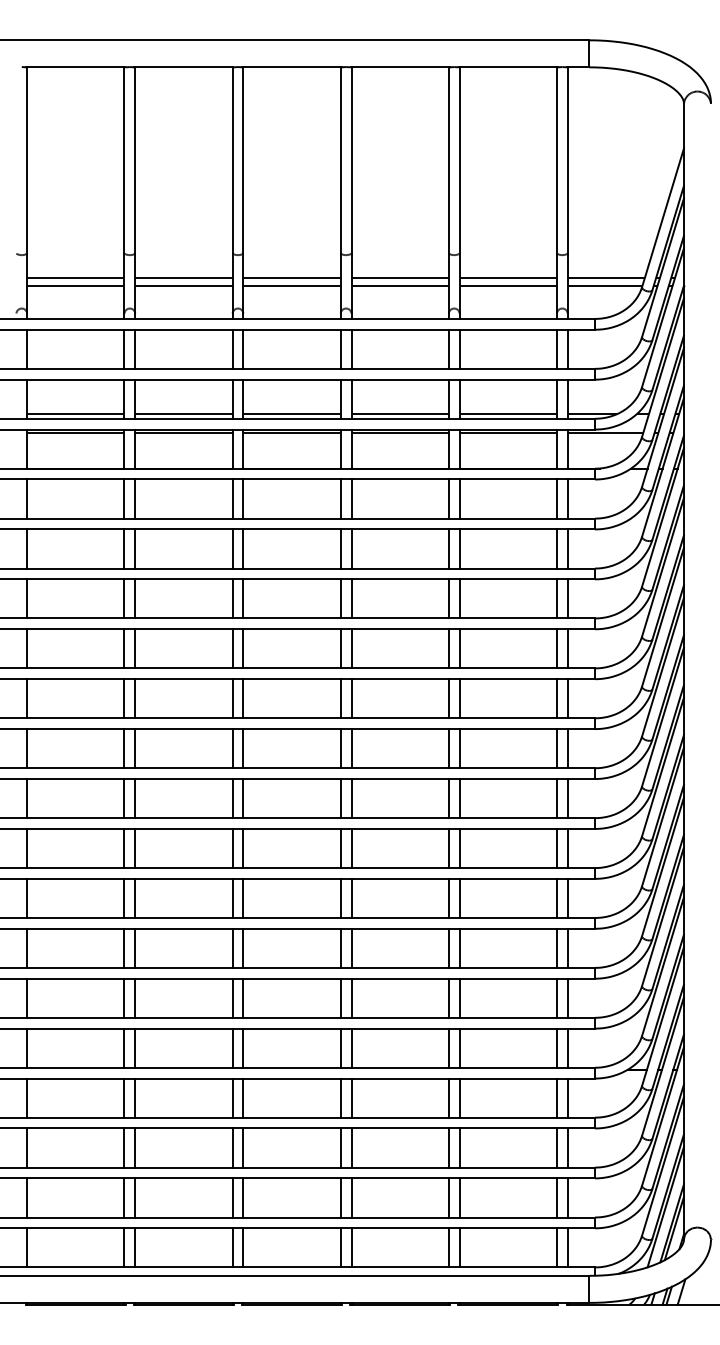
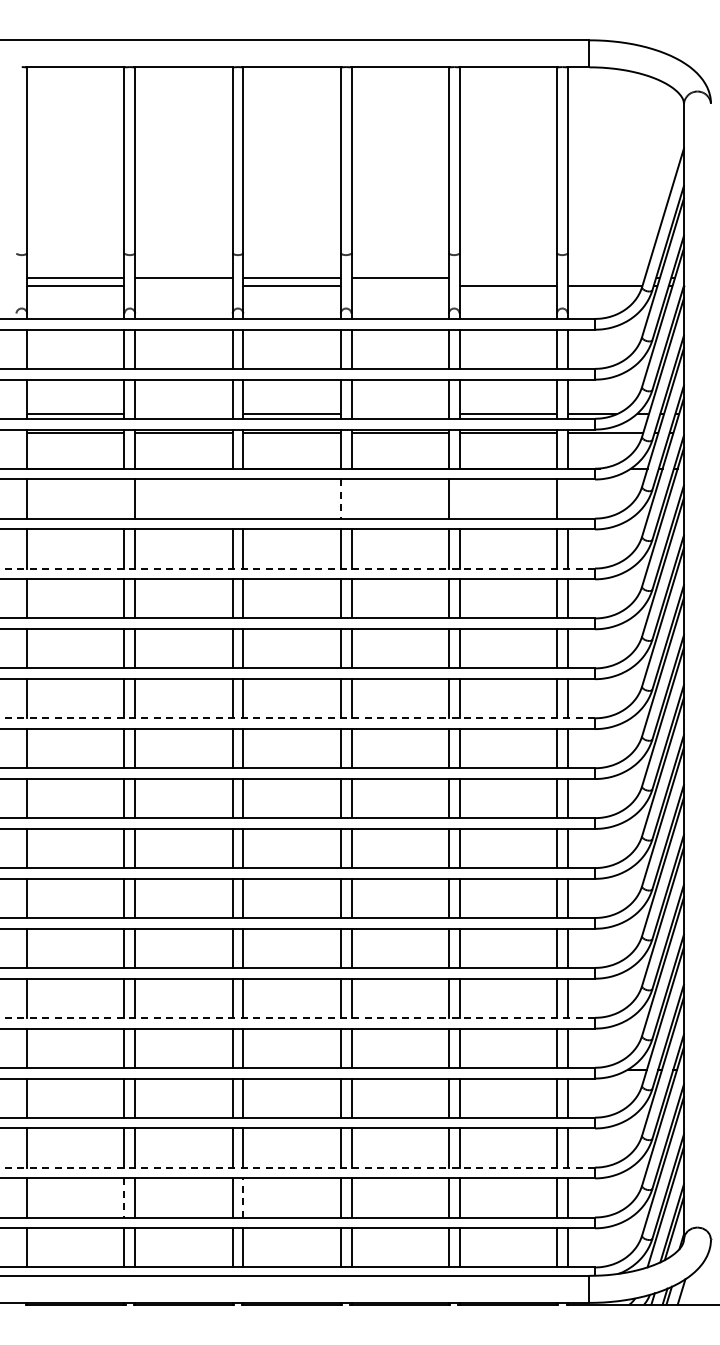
line at (507, 277): present -> none
line at (605, 277): present -> none
line at (183, 285): present -> none
line at (399, 285): present -> none
line at (183, 413): present -> none
line at (399, 413): present -> none
line at (124, 498): present -> none
line at (232, 498): present -> none
line at (243, 498): present -> none
line at (351, 498): present -> none
line at (459, 498): present -> none
line at (567, 498): present -> none
line at (340, 499): solid -> dashed
line at (297, 568): solid -> dashed
line at (297, 718): solid -> dashed
line at (297, 1017): solid -> dashed
line at (297, 1167): solid -> dashed
line at (124, 1197): solid -> dashed
line at (243, 1197): solid -> dashed
